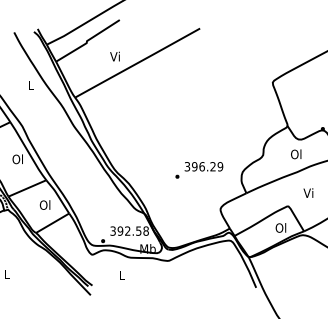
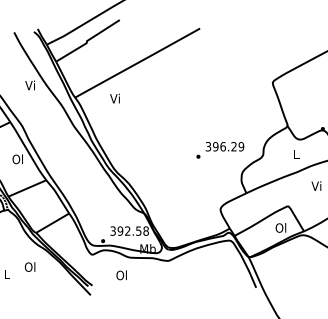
text at (114, 56) position: (114, 56) -> (114, 98)
text at (29, 85): L -> Vi
text at (296, 154): Ol -> L
text at (199, 170) position: (199, 170) -> (220, 150)
text at (308, 192) position: (308, 192) -> (316, 185)
text at (44, 204) position: (44, 204) -> (29, 266)
text at (121, 275): L -> Ol
